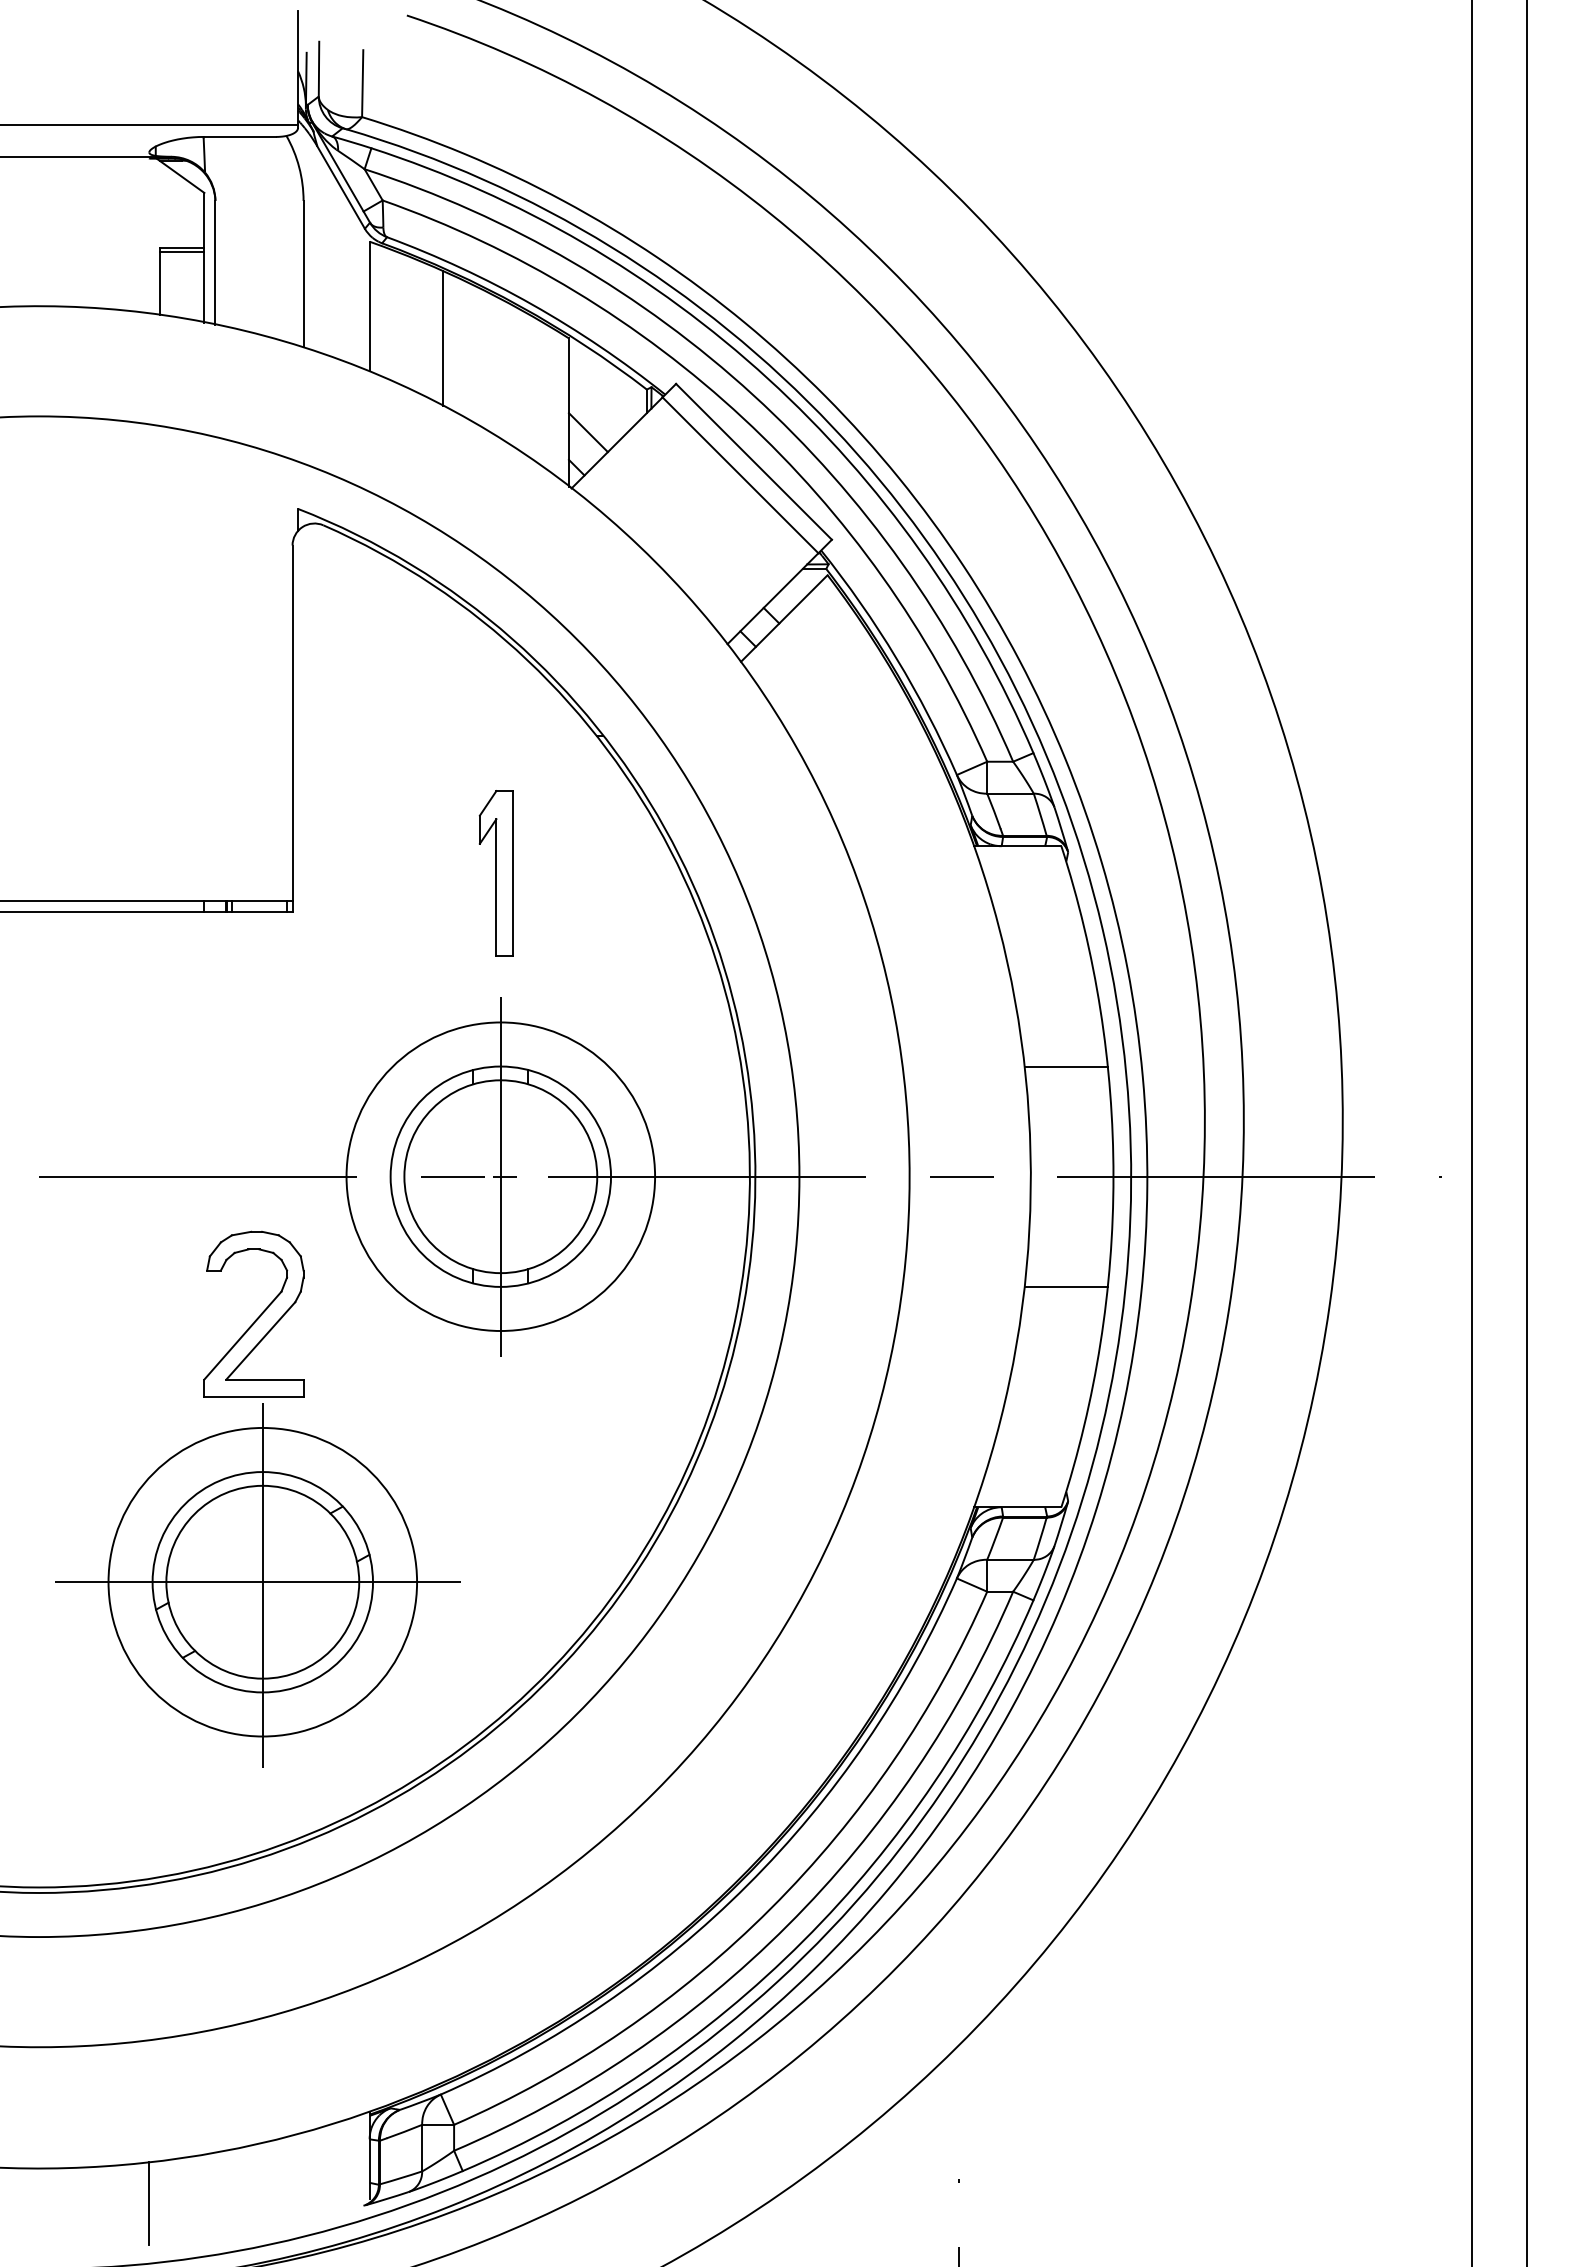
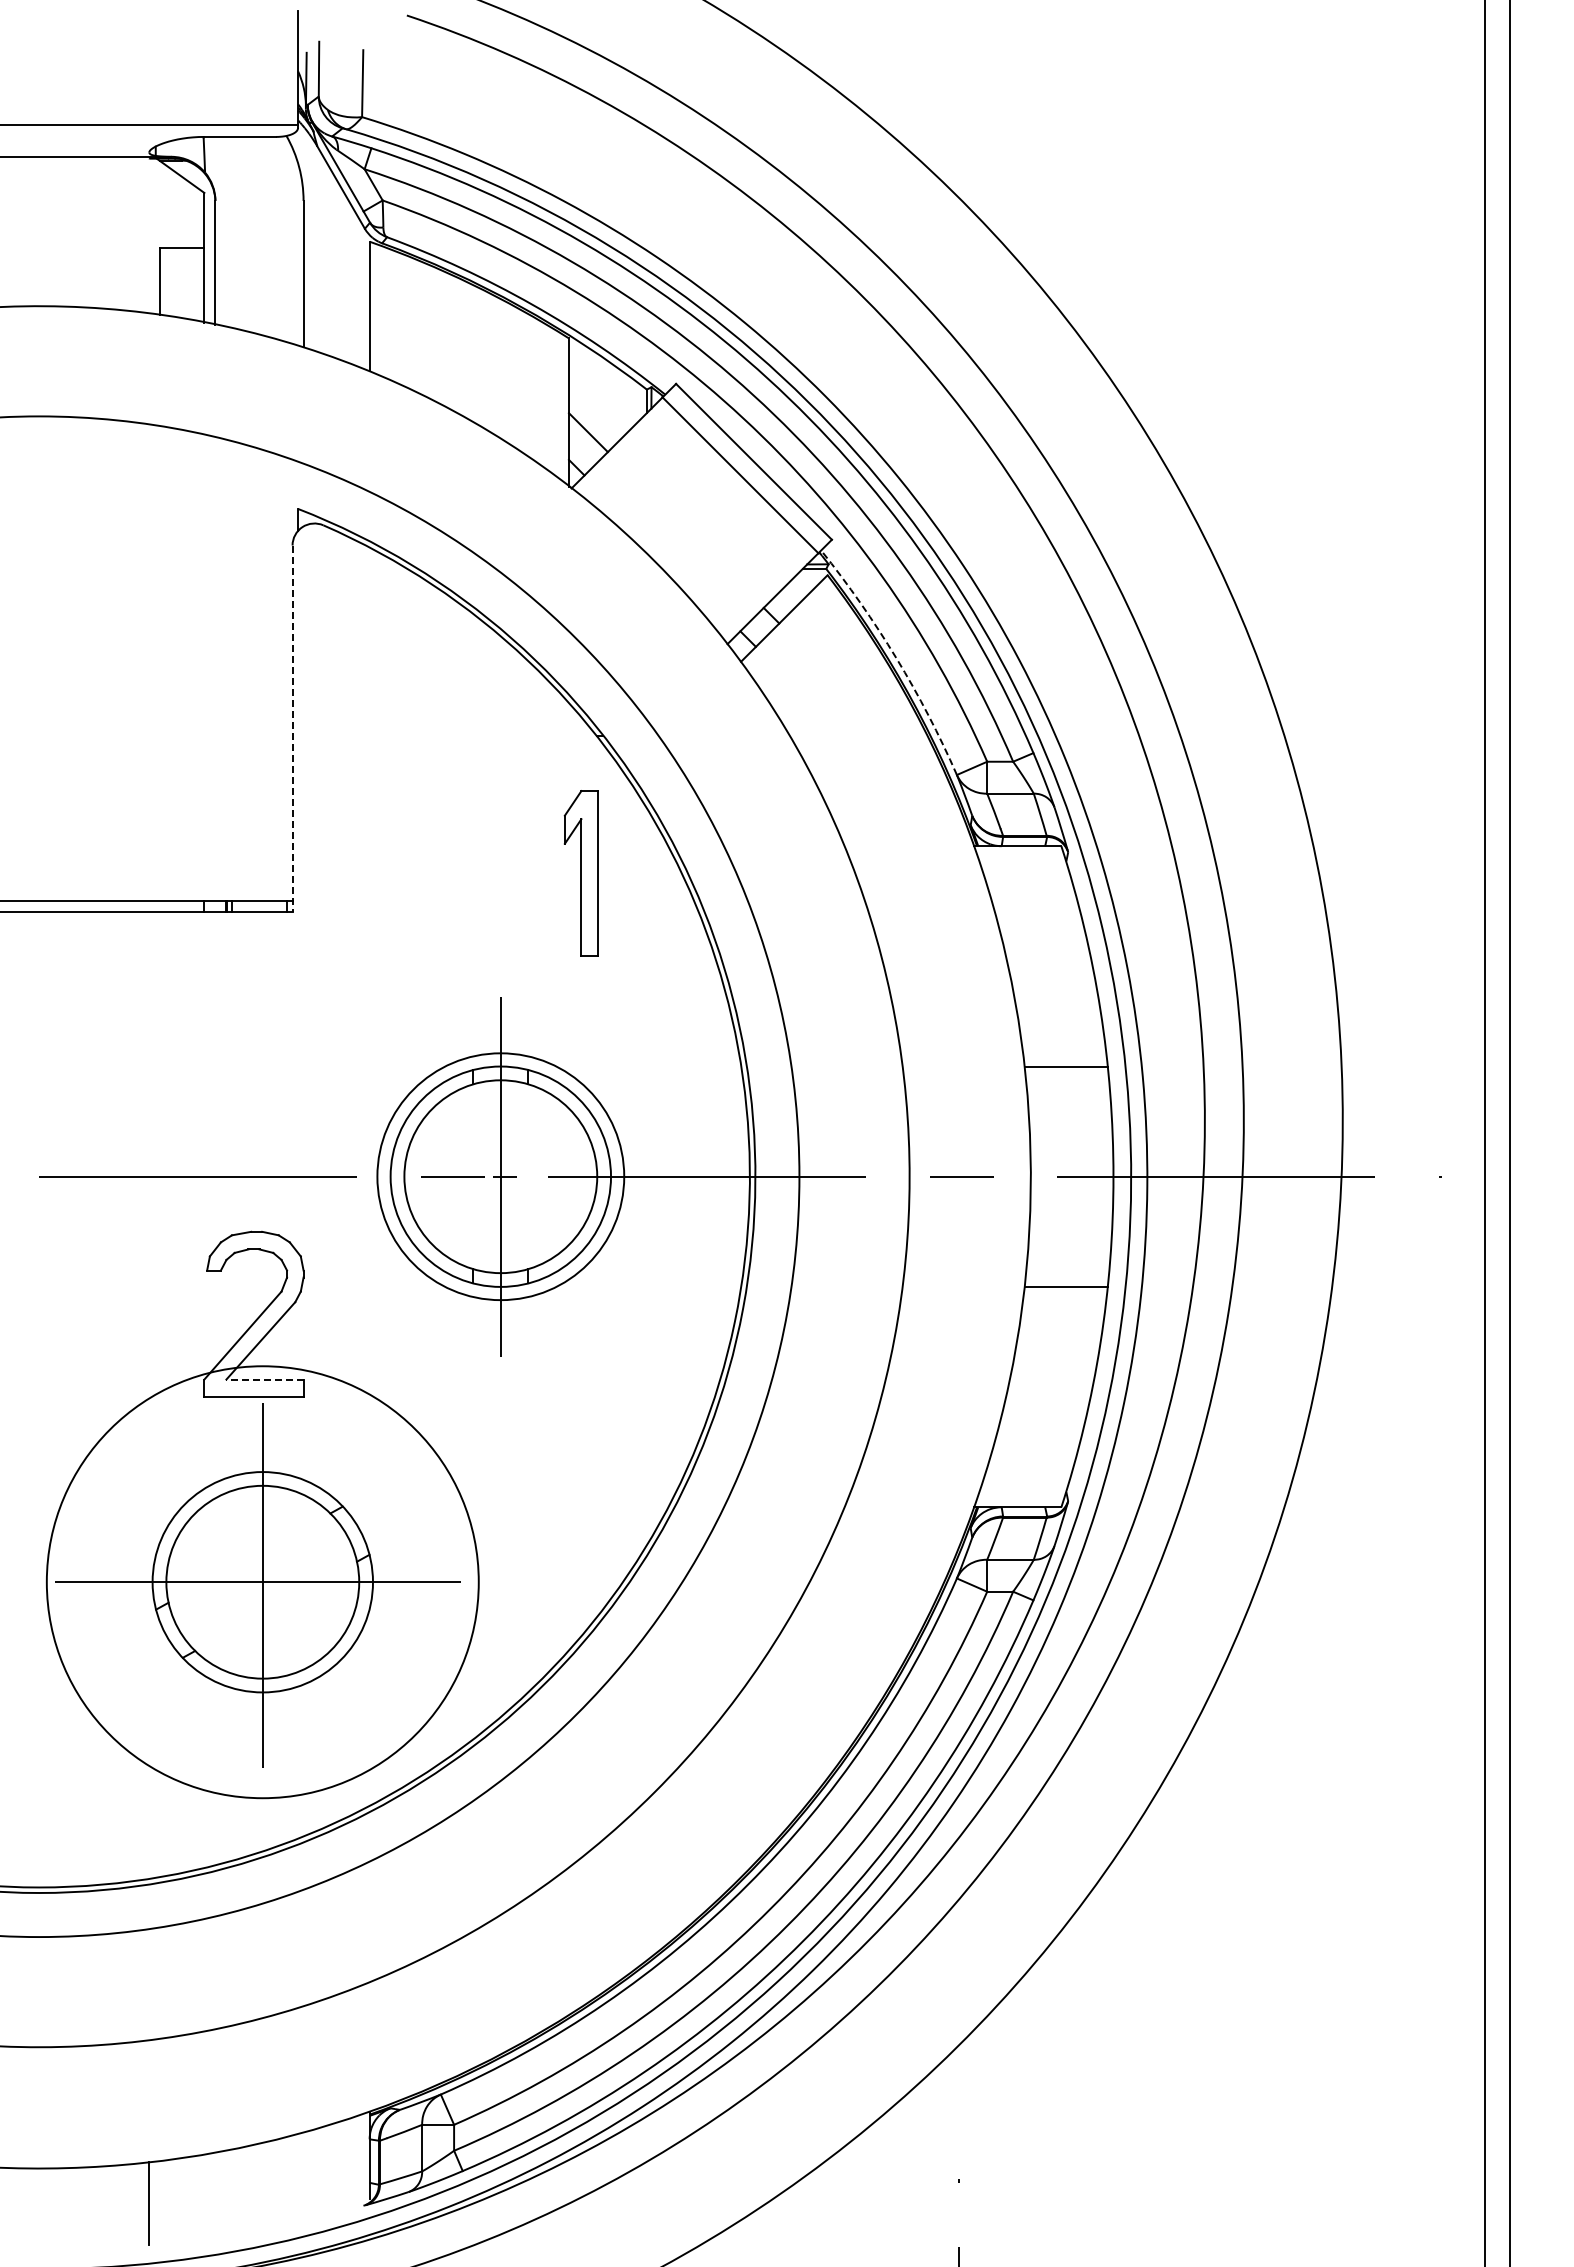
line at (182, 251): present -> none
line at (443, 338): present -> none
arc at (896, 658): solid -> dashed
line at (292, 729): solid -> dashed
part at (495, 873) position: (495, 873) -> (580, 873)
line at (1471, 1132) position: (1471, 1132) -> (1509, 1132)
line at (1526, 1132) position: (1526, 1132) -> (1484, 1132)
circle at (500, 1176) diameter: 309 px -> 247 px
line at (265, 1379): solid -> dashed
circle at (262, 1581) diameter: 309 px -> 432 px
